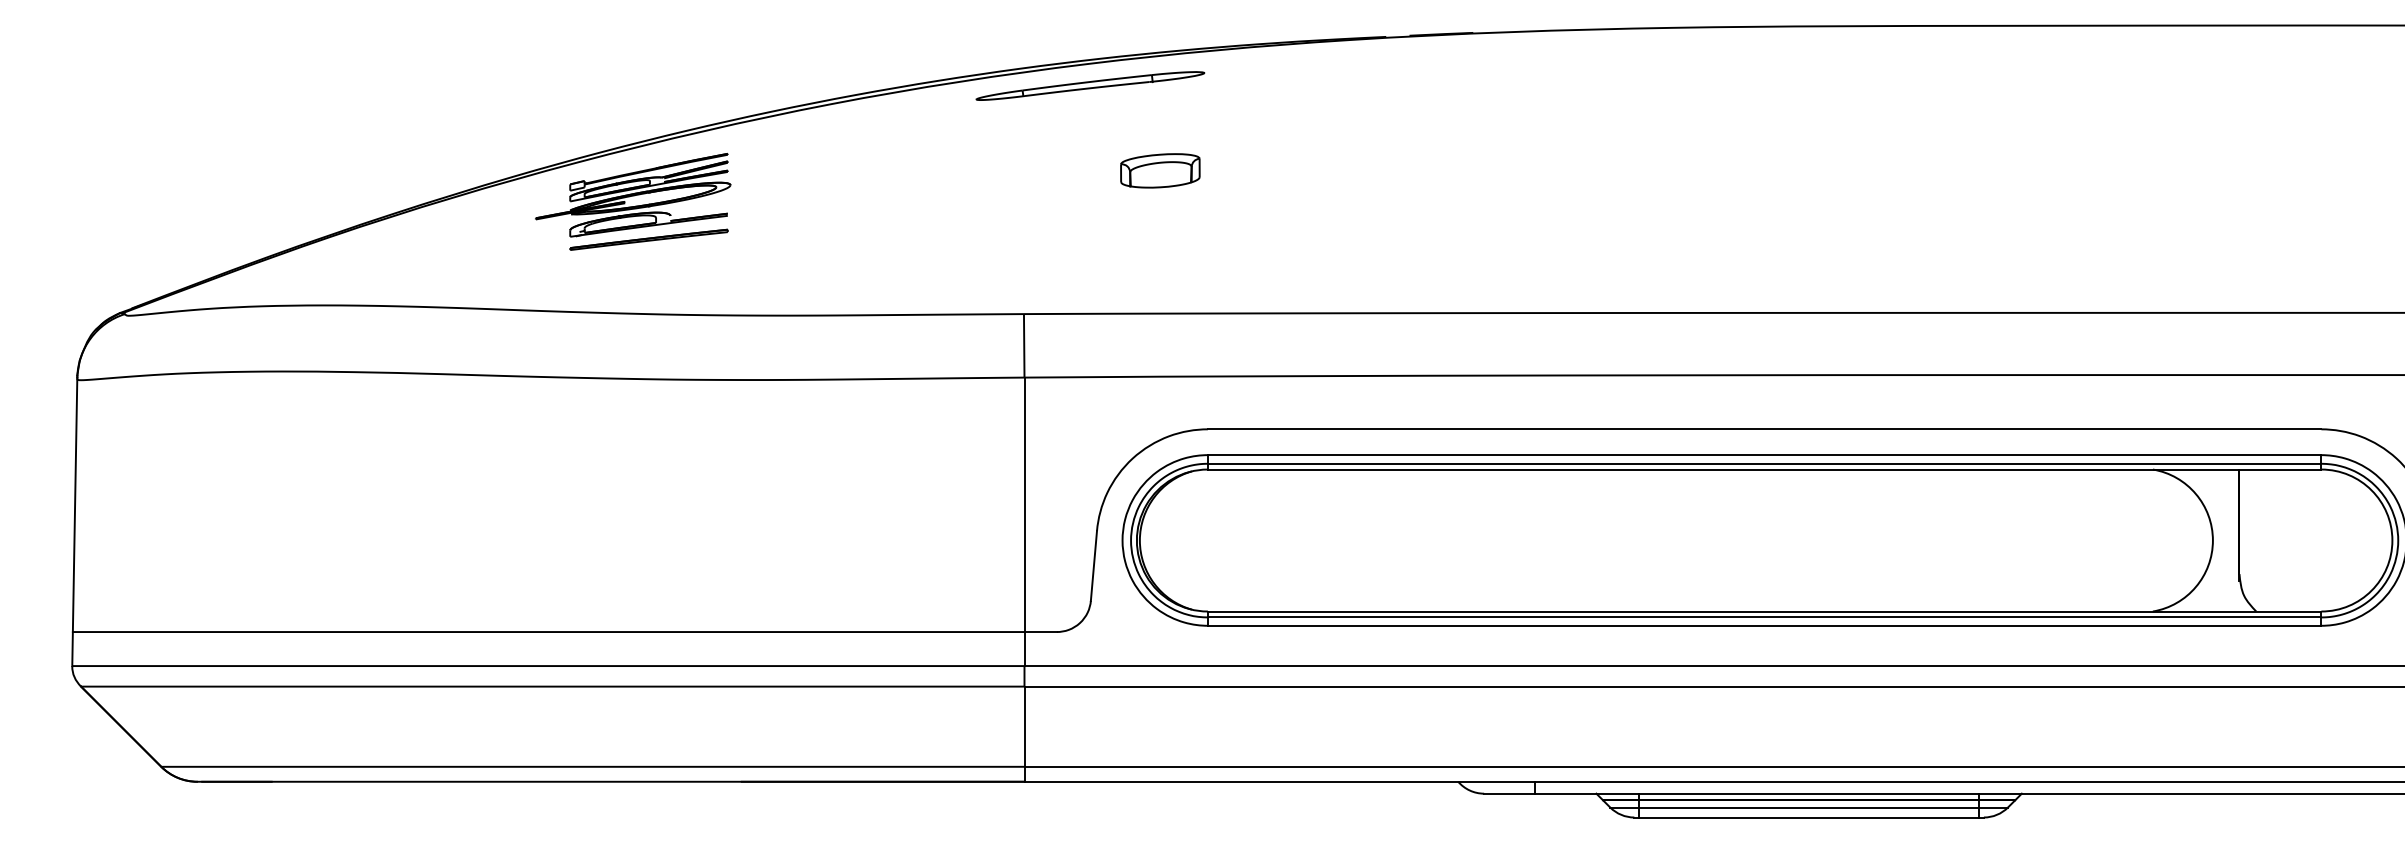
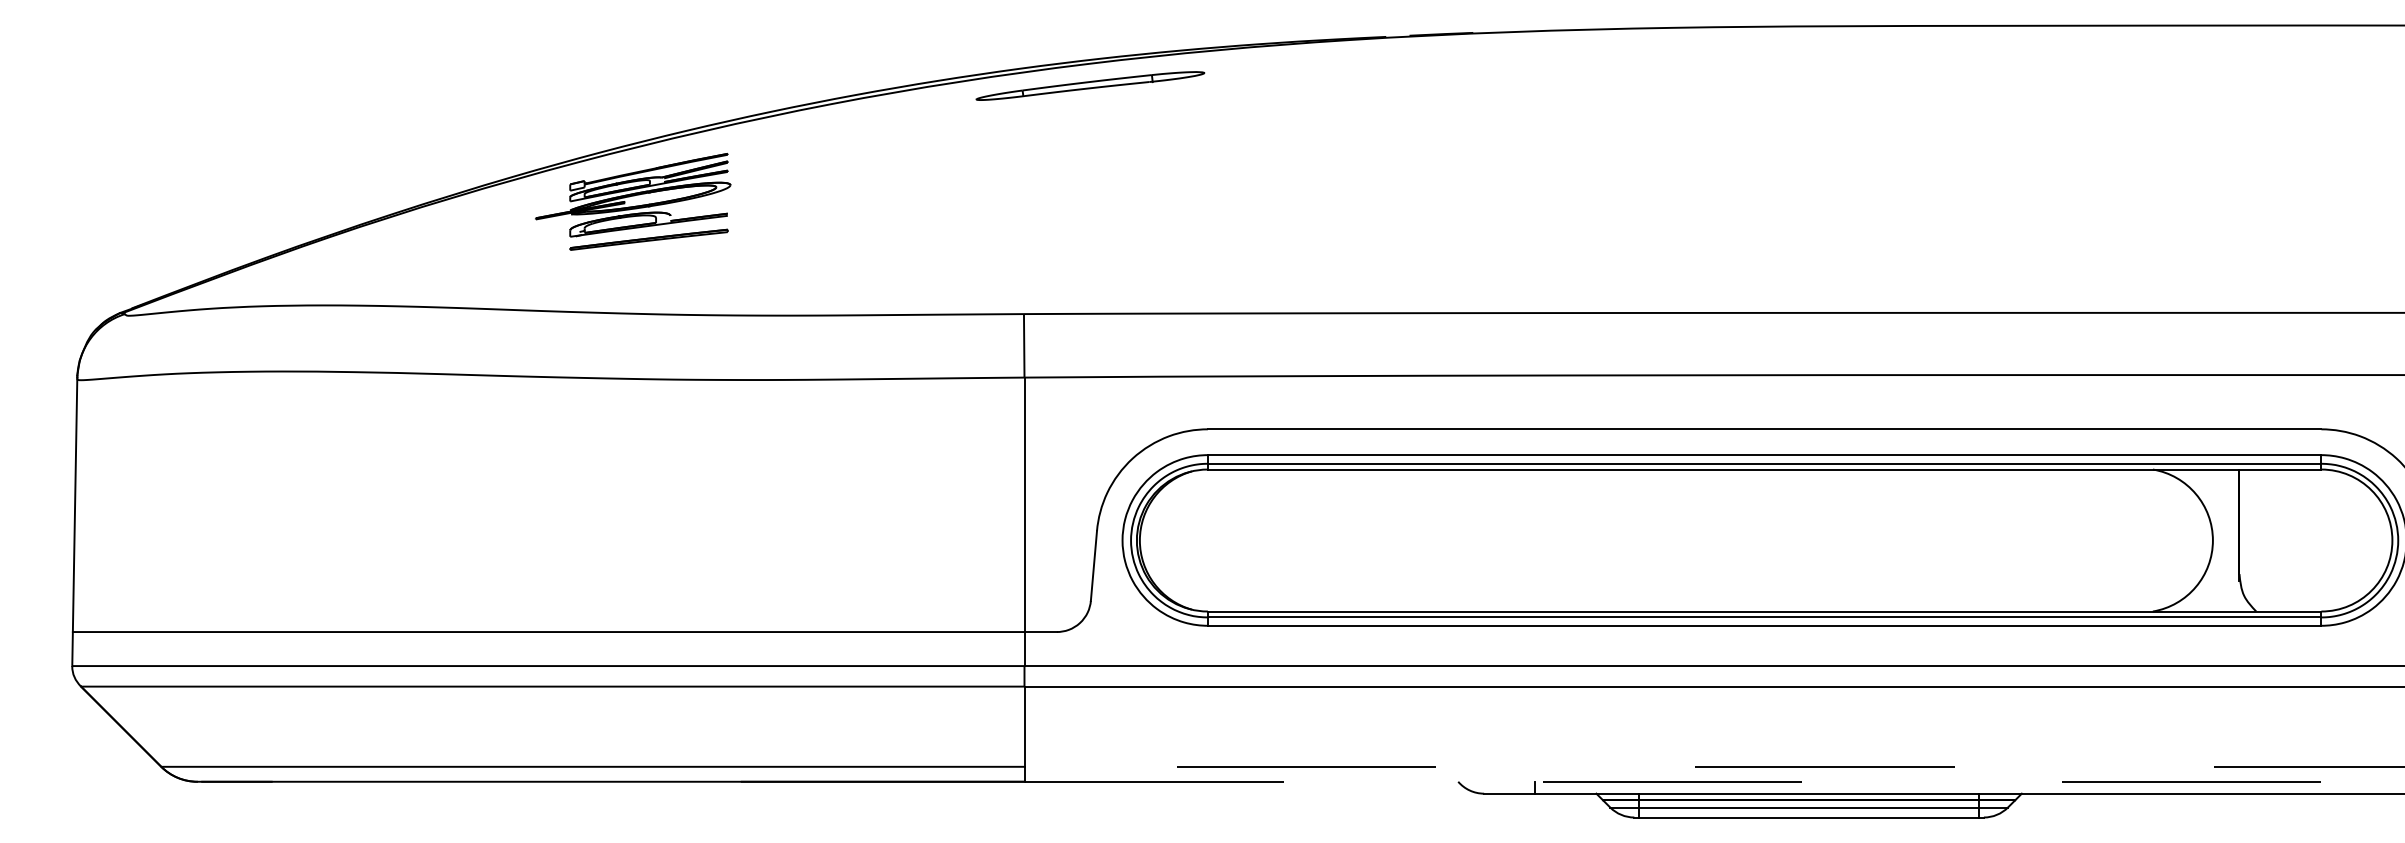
part at (1160, 170): present -> none
line at (1714, 766): solid -> dashed
line at (1714, 781): solid -> dashed
